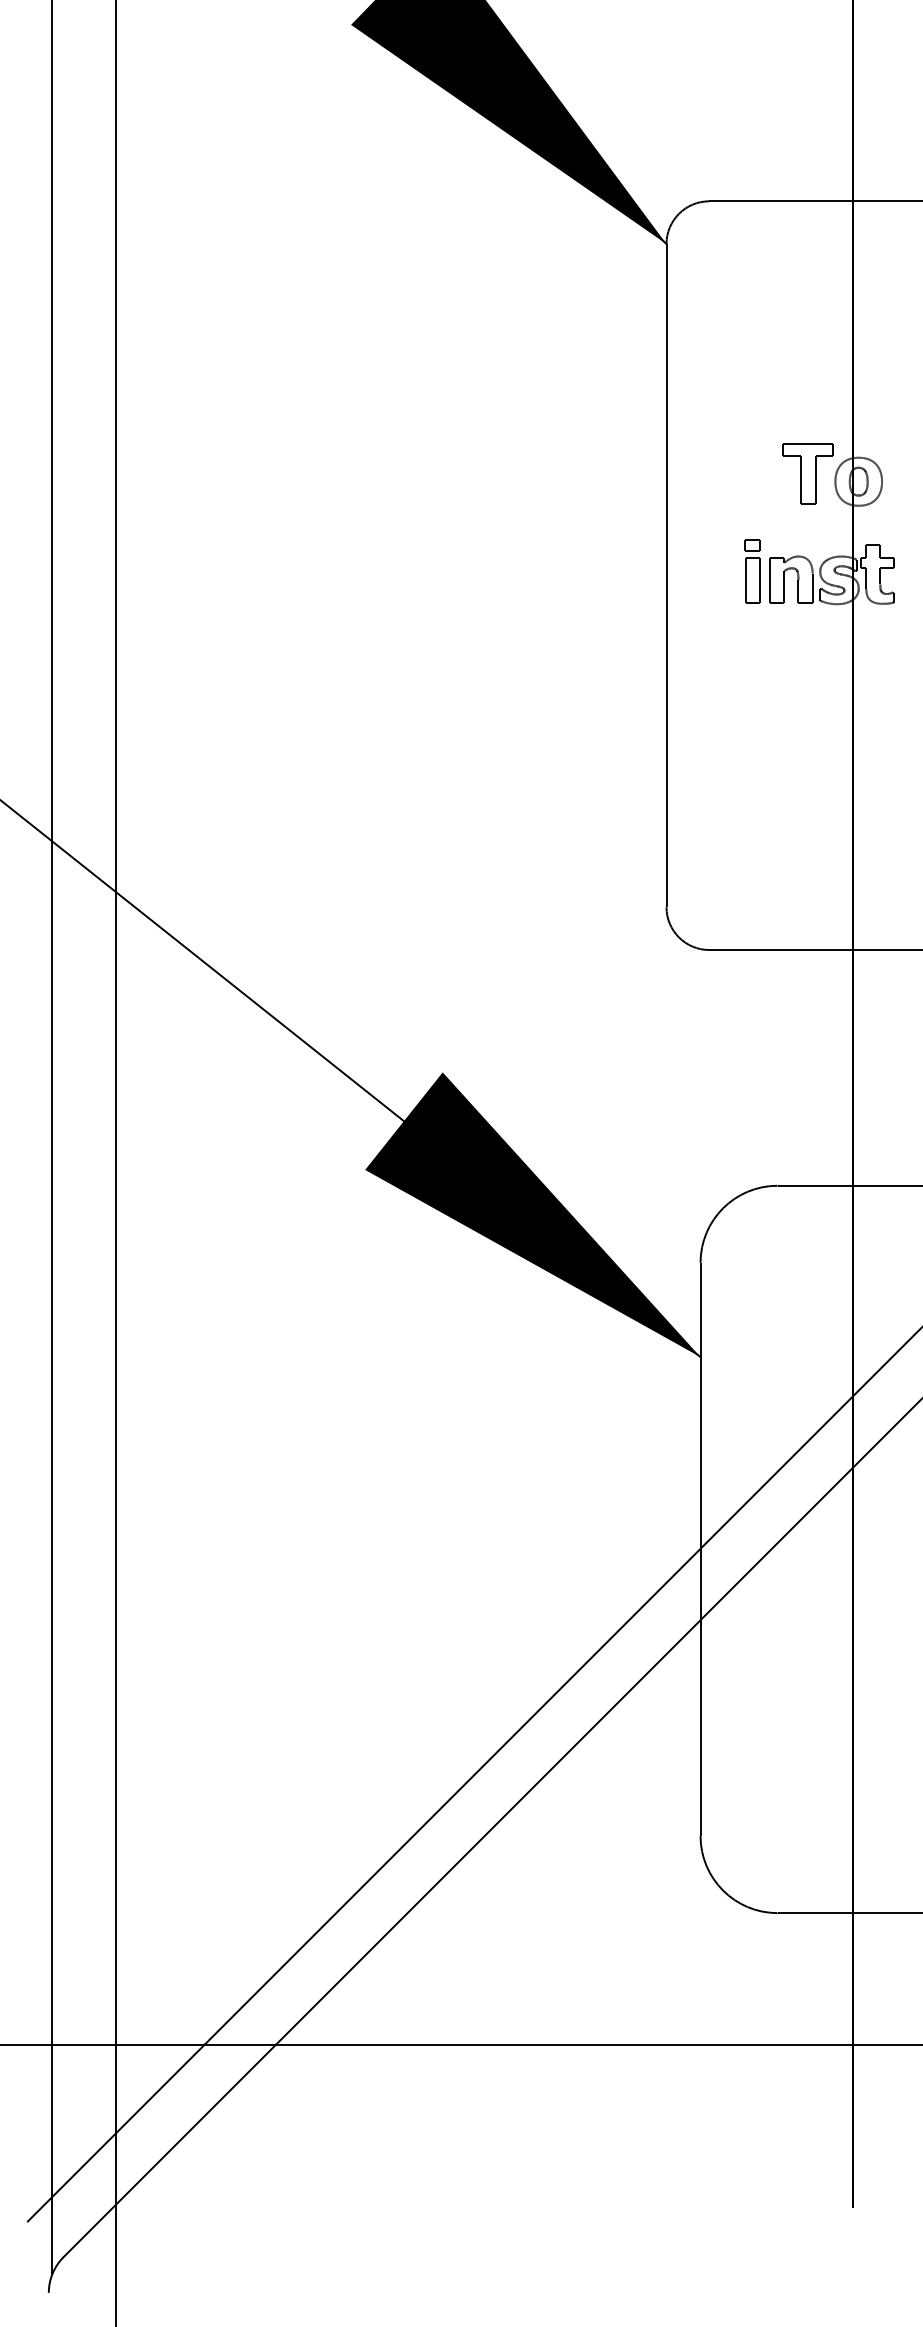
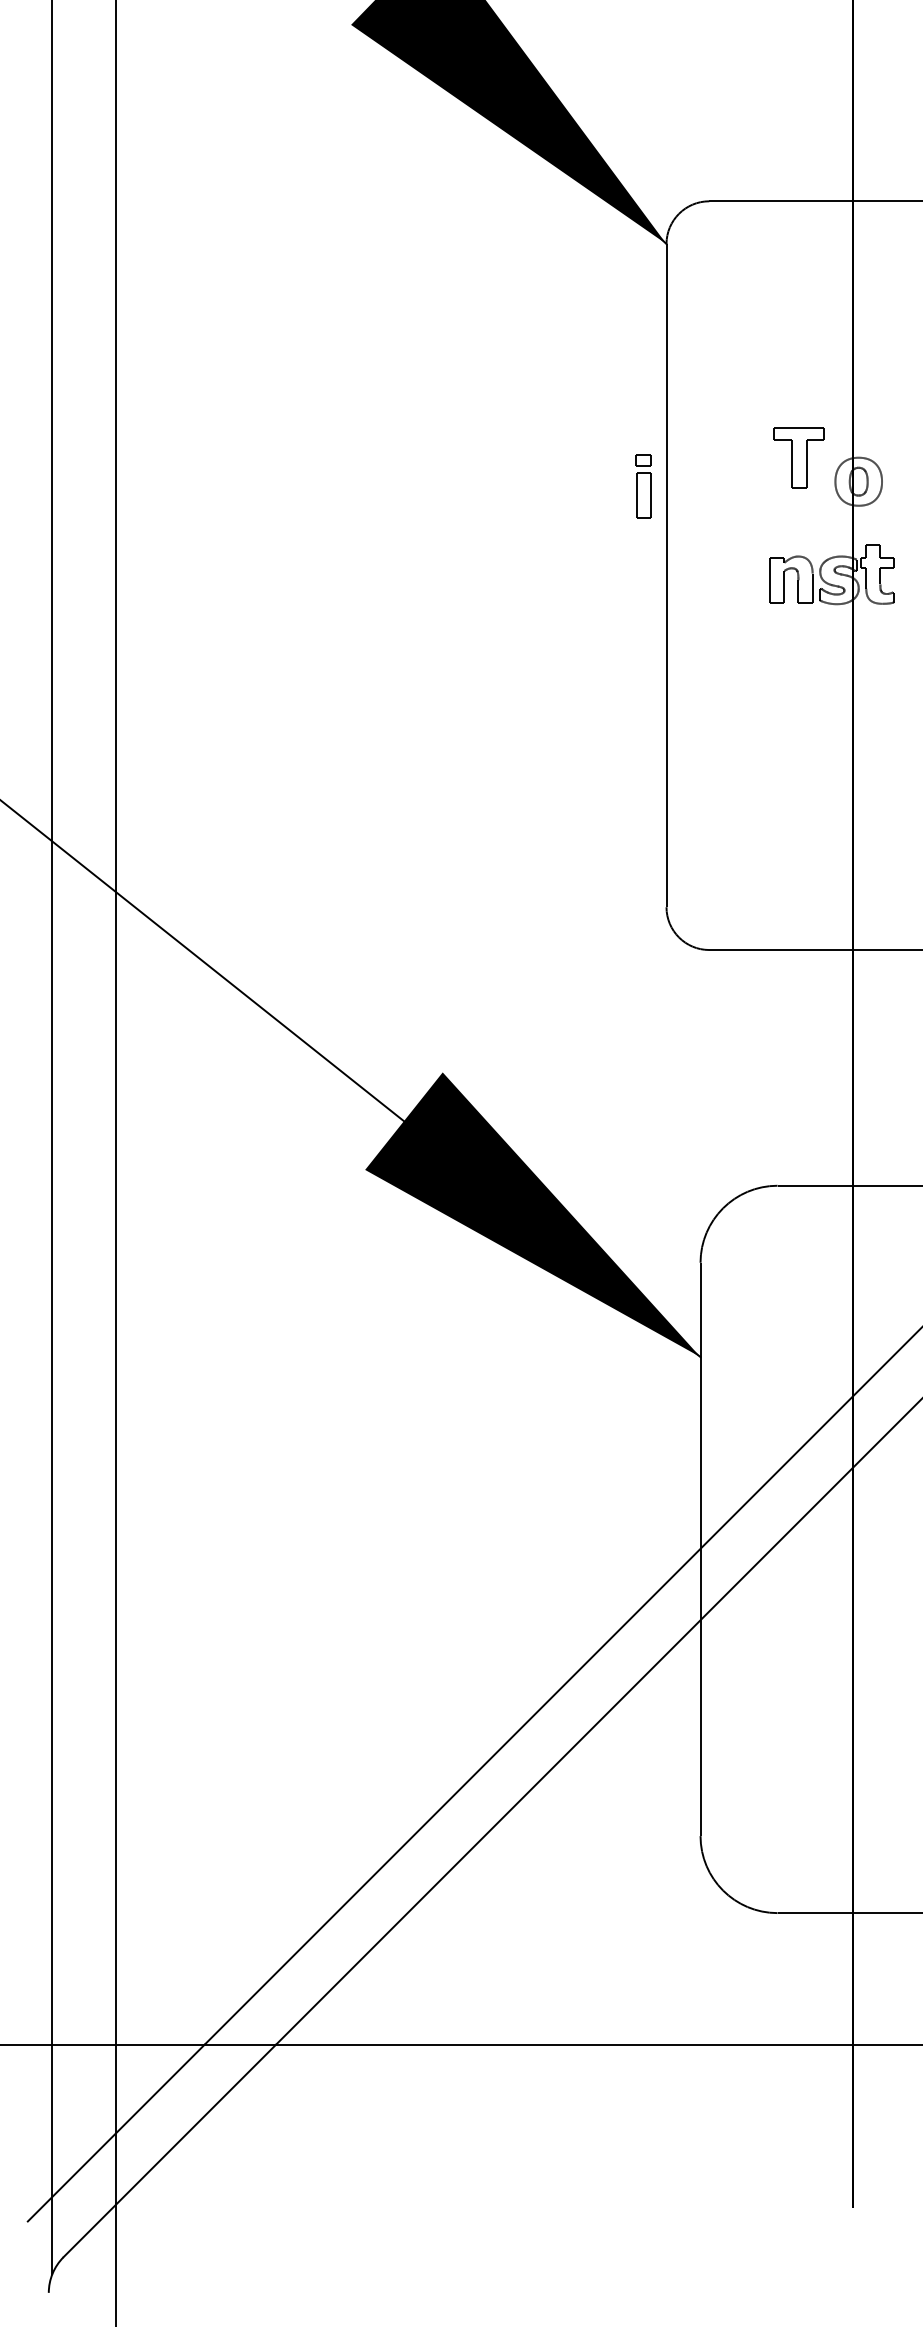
part at (807, 473) position: (807, 473) -> (798, 457)
part at (752, 571) position: (752, 571) -> (643, 486)
